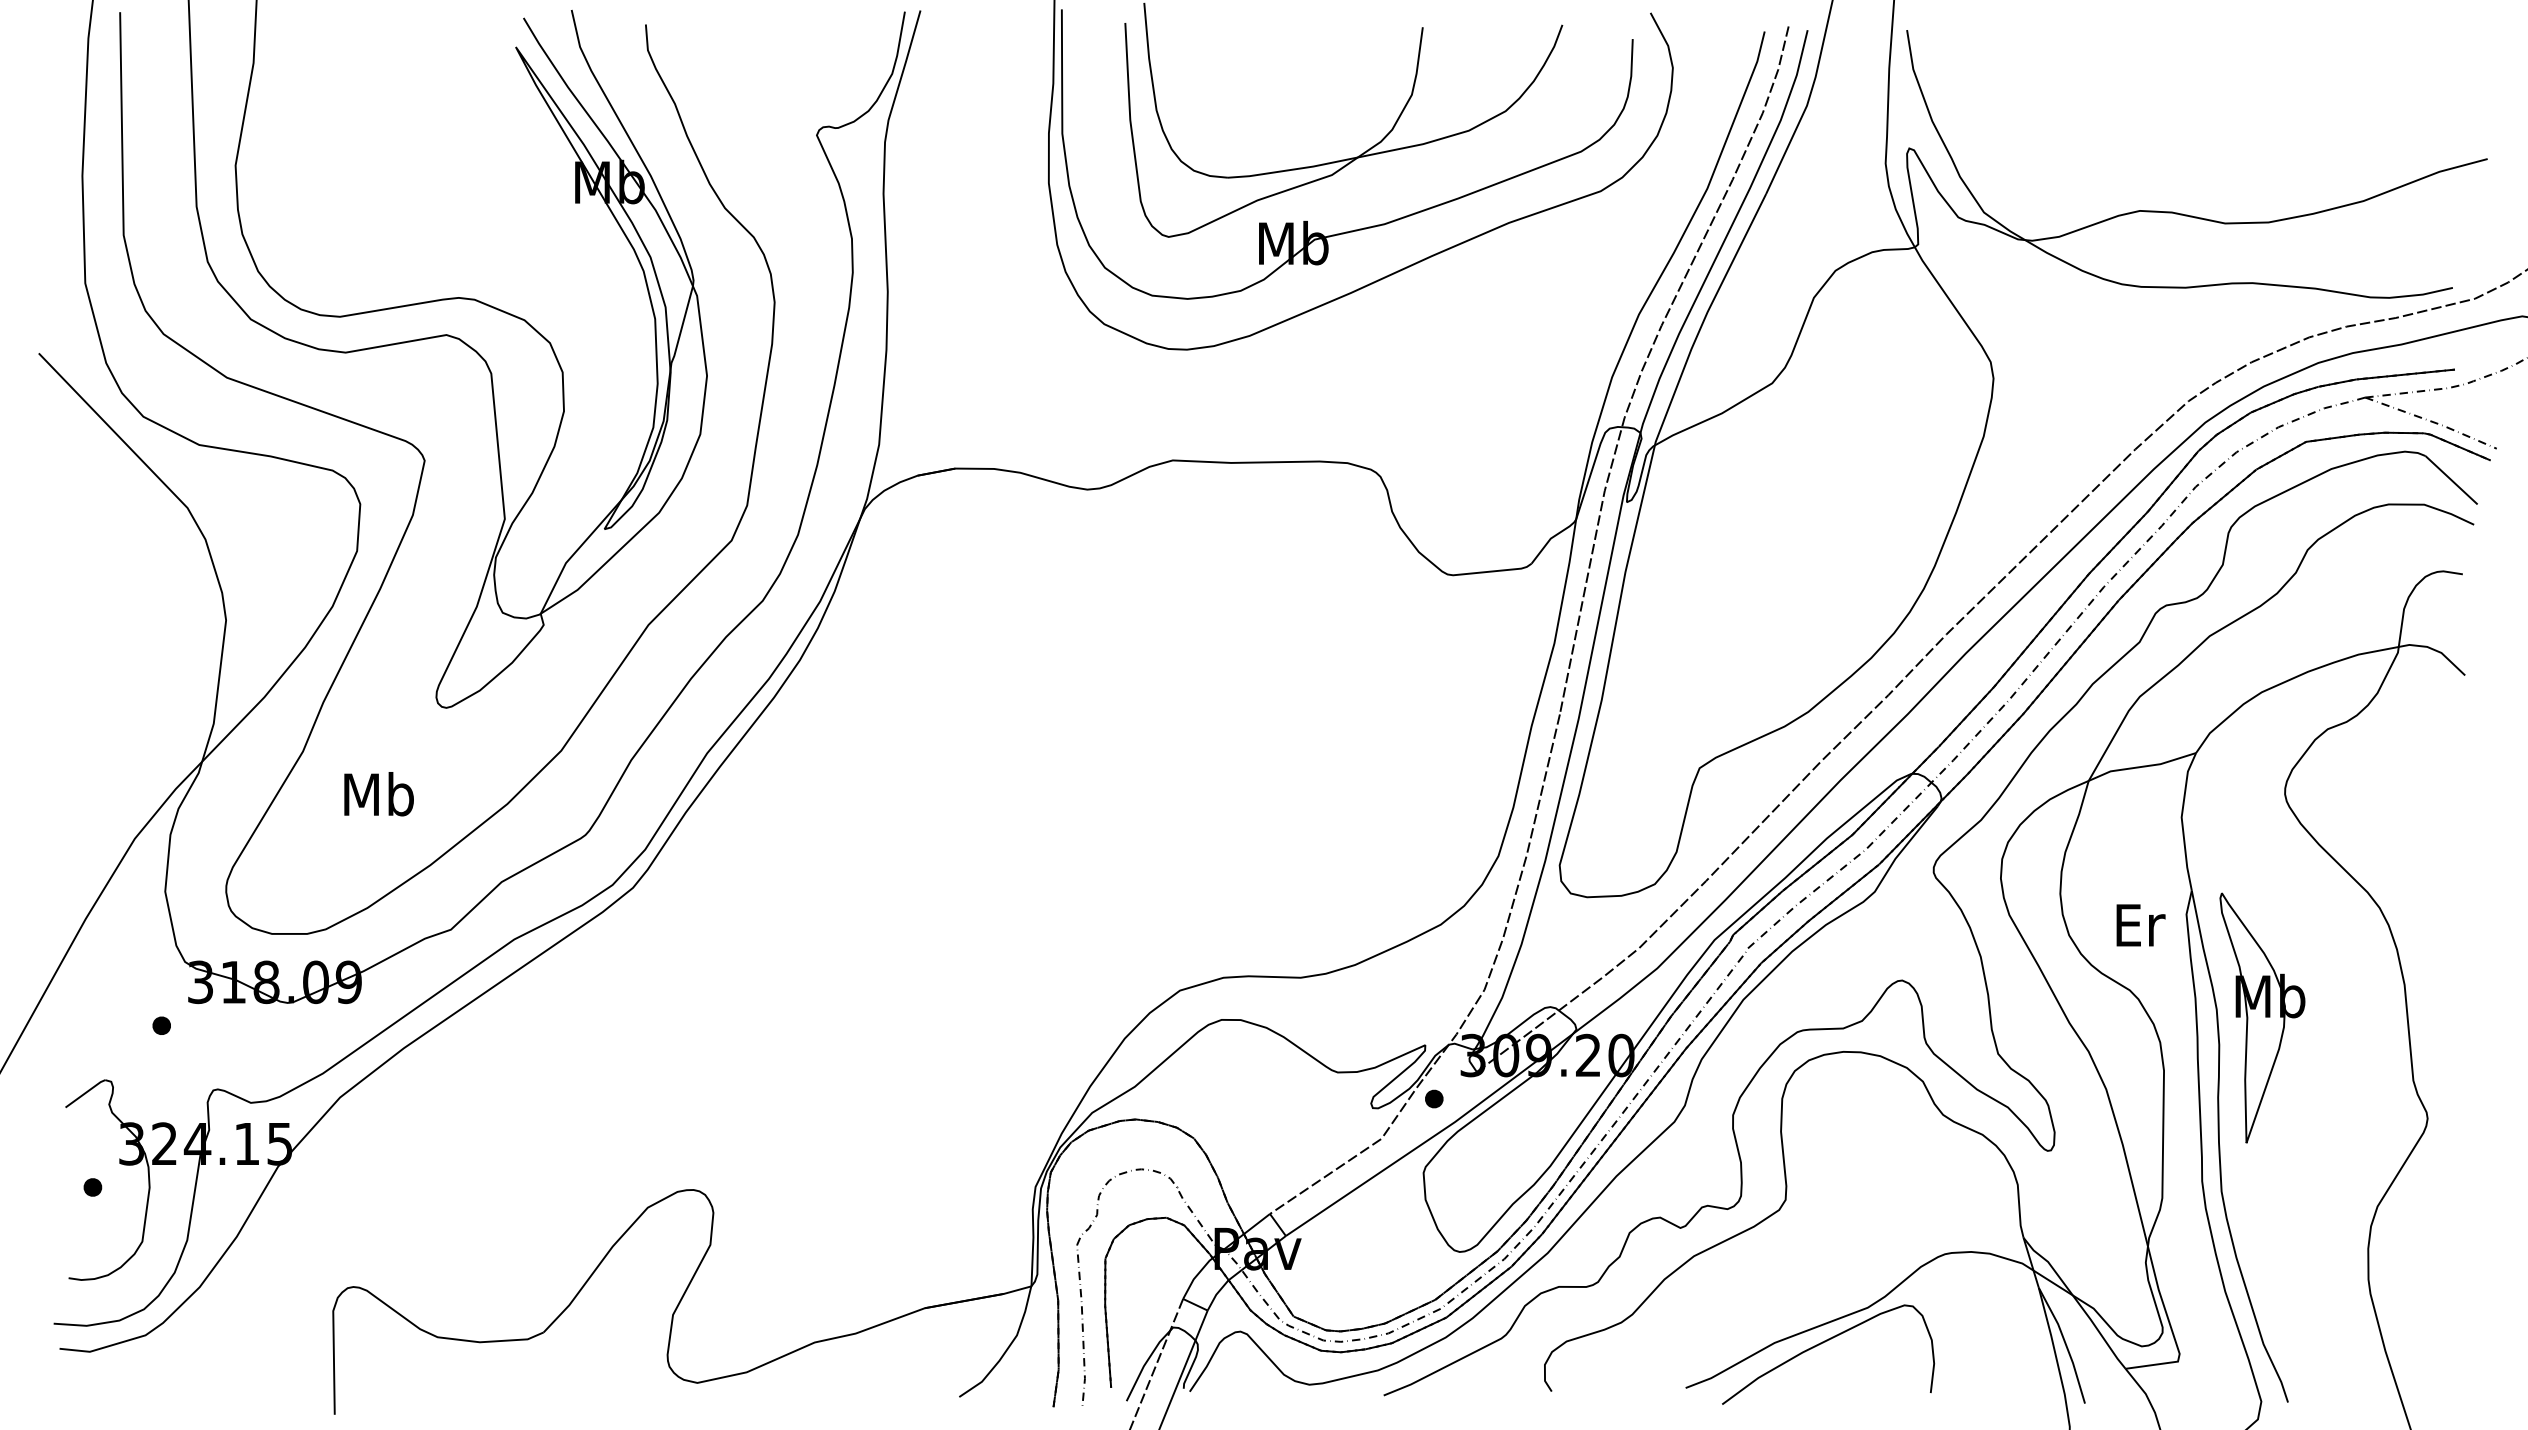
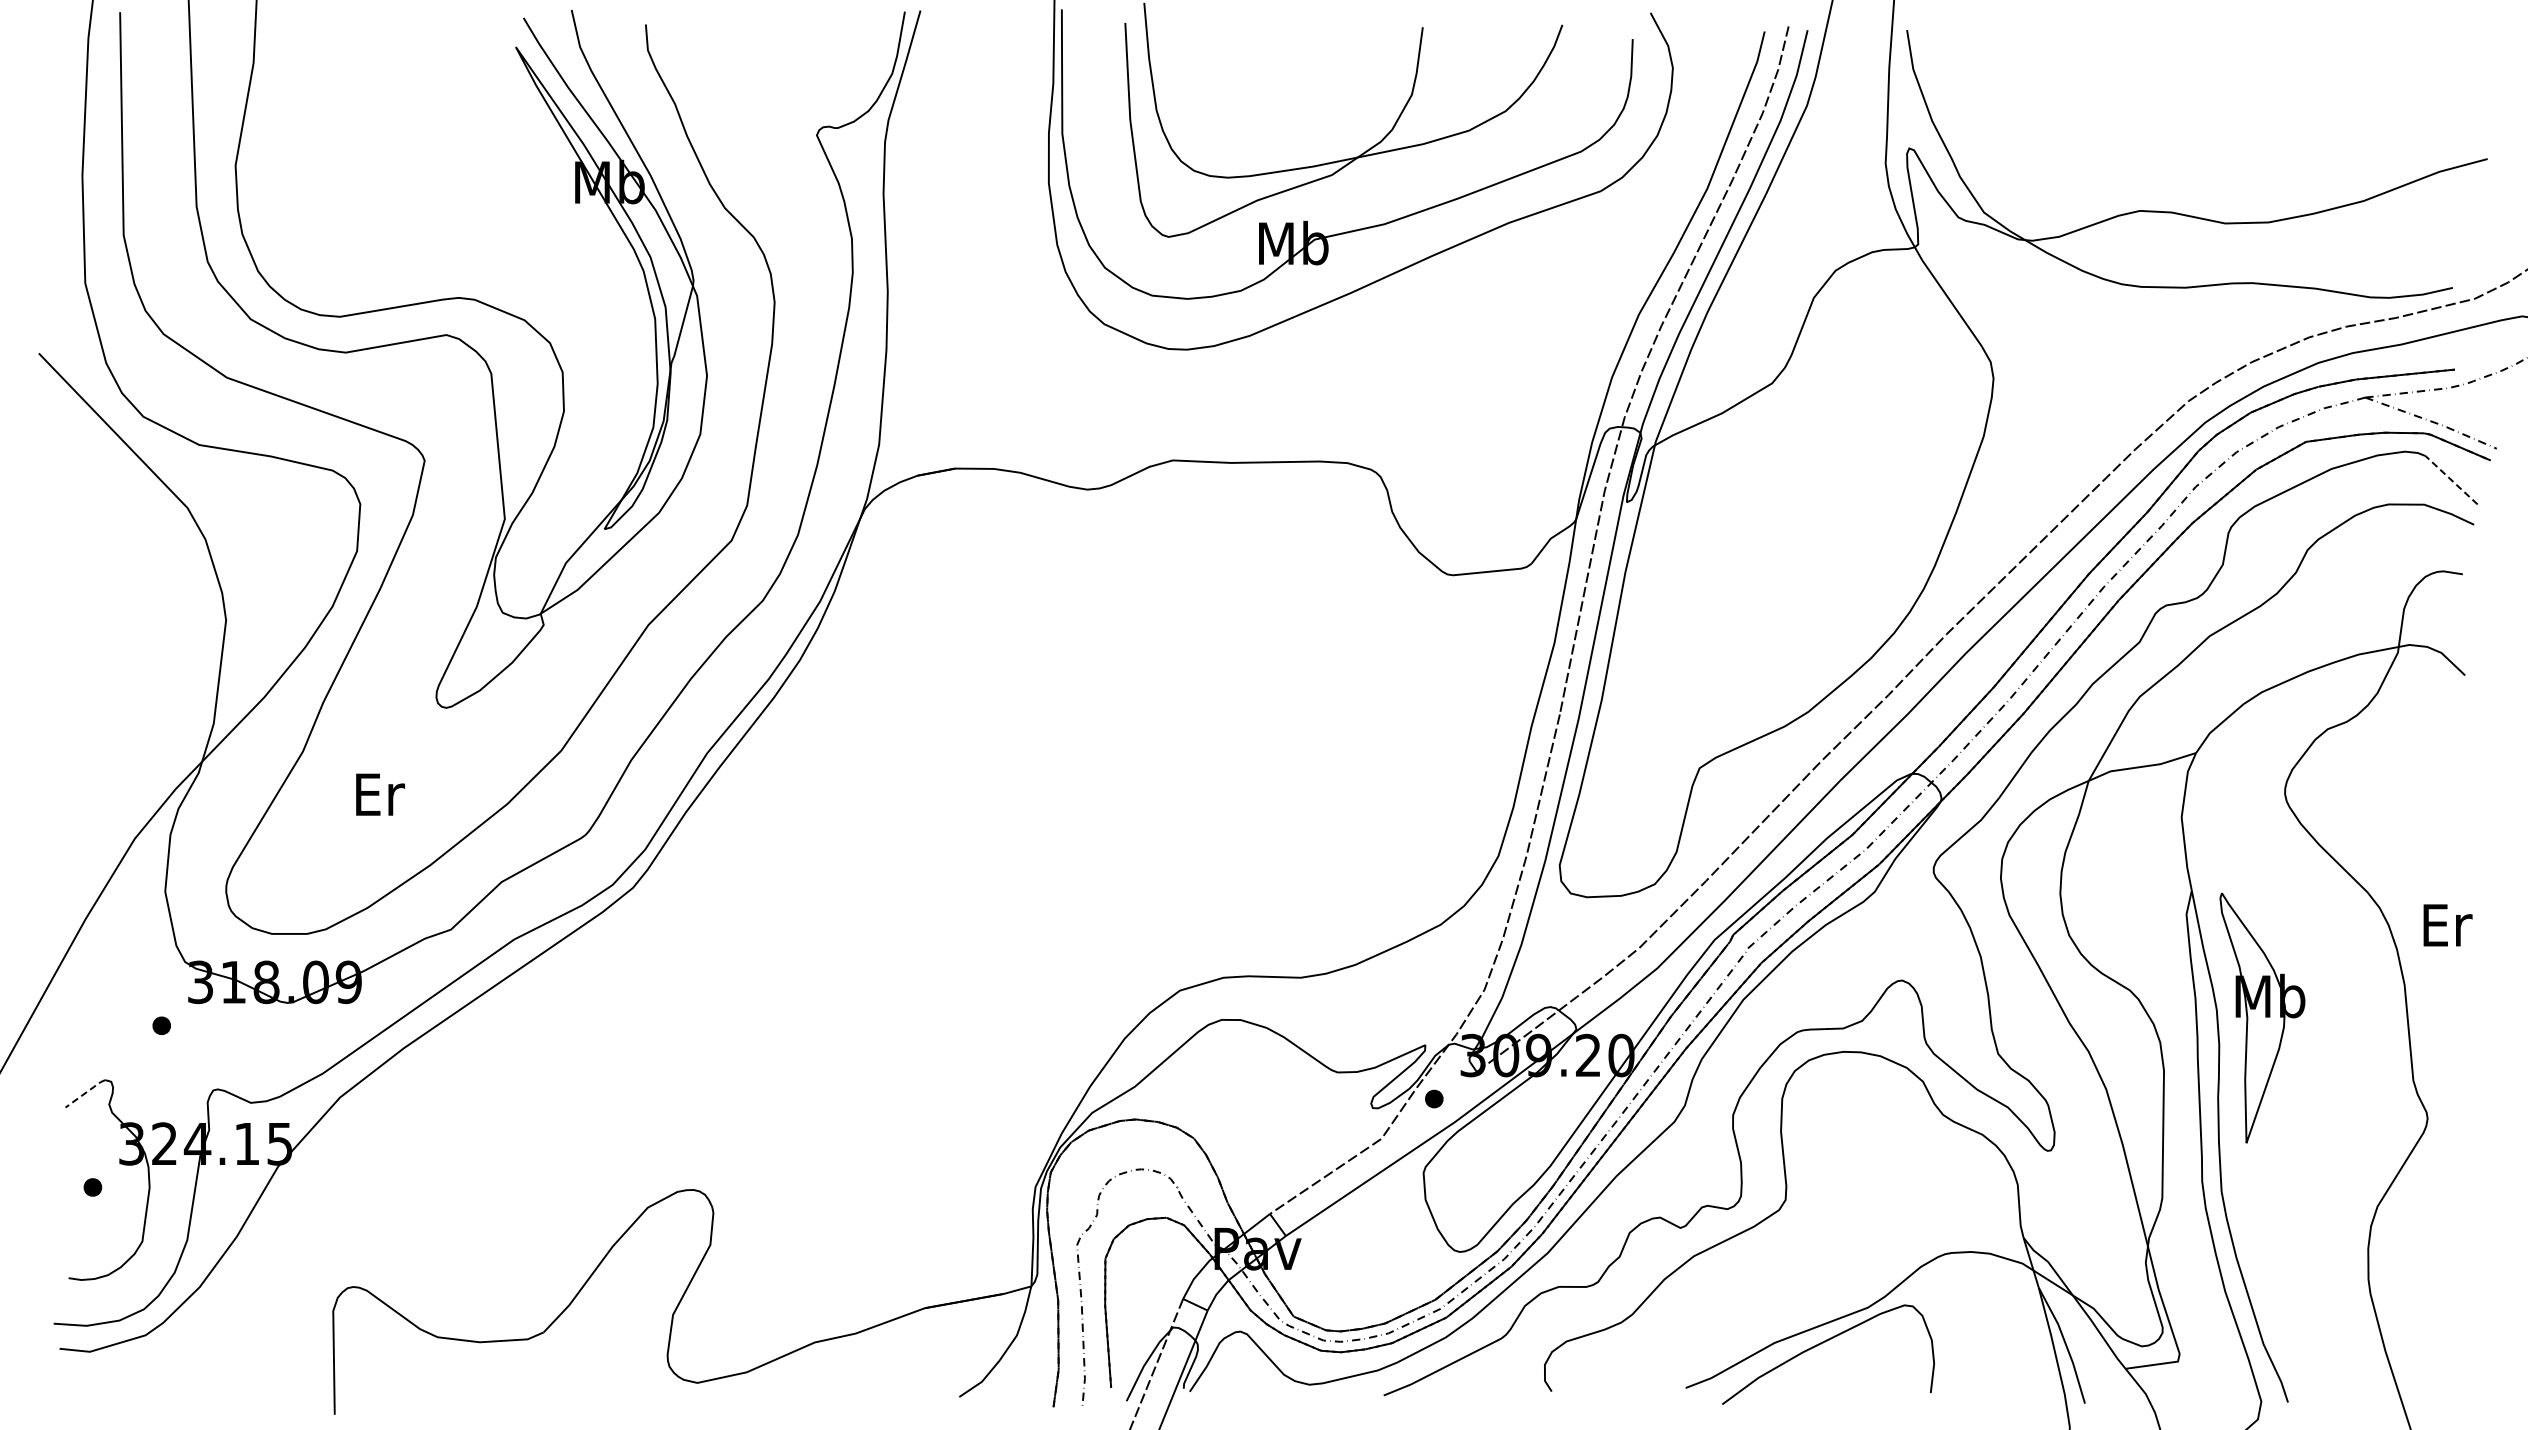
line at (2451, 480): solid -> dashed
text at (378, 794): Mb -> Er
text at (2140, 925) position: (2140, 925) -> (2447, 925)
line at (85, 1093): solid -> dashed
